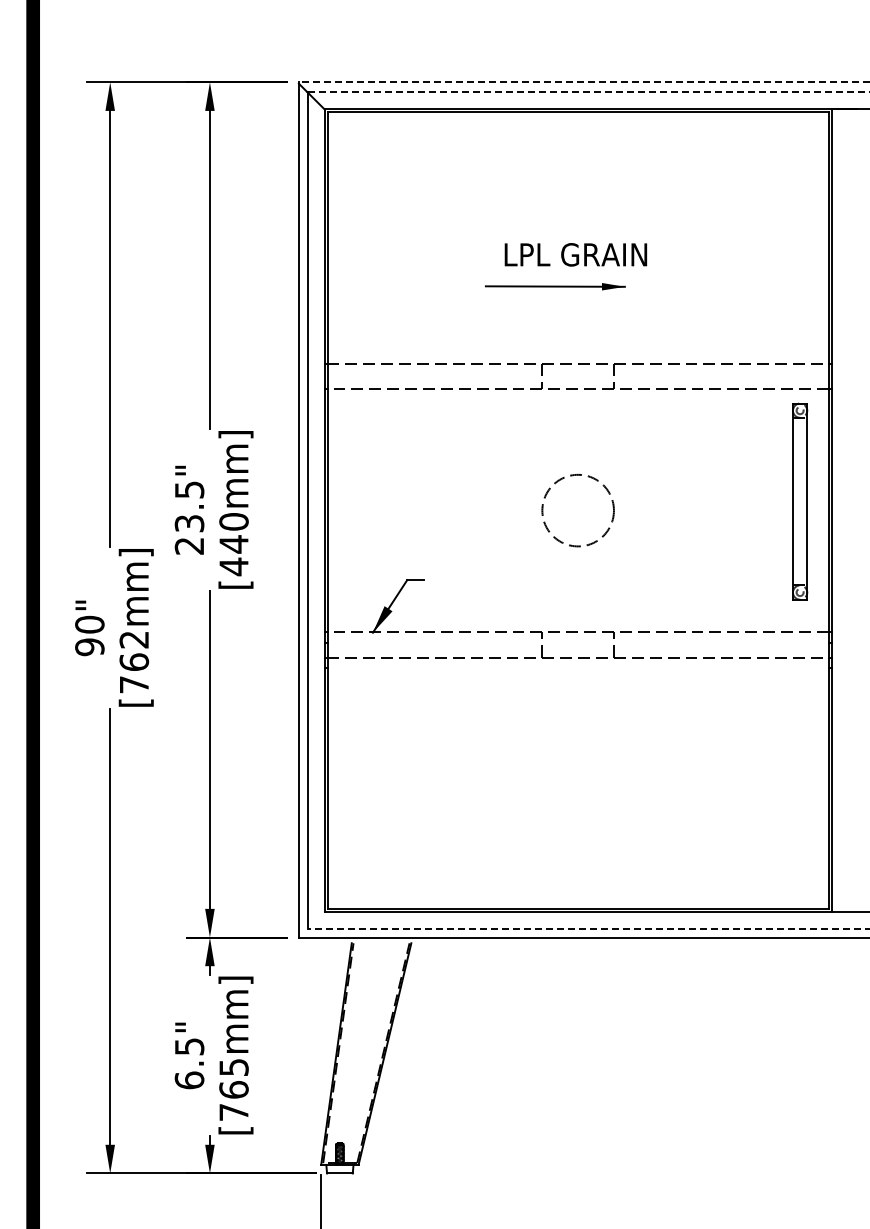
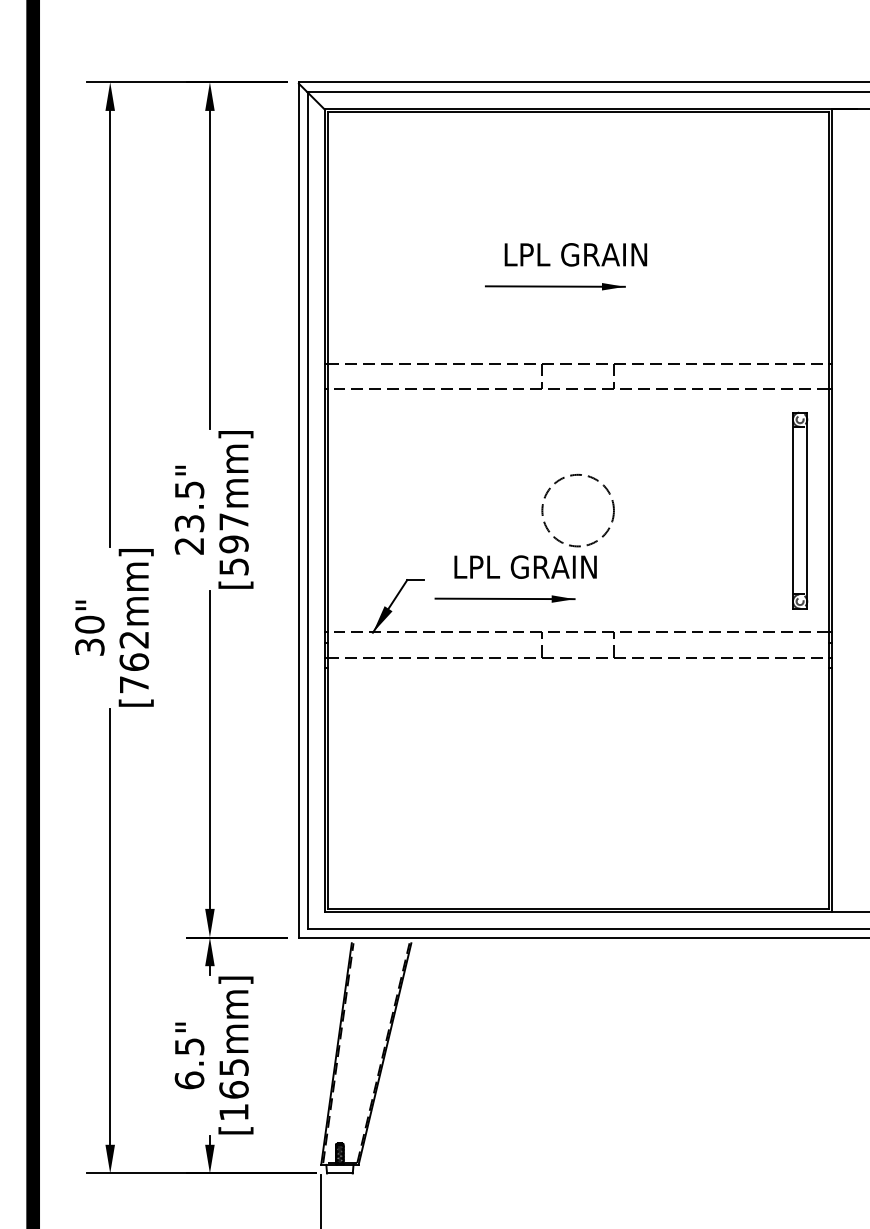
line at (583, 82): dashed -> solid
line at (588, 92): dashed -> solid
part at (800, 501) position: (800, 501) -> (800, 510)
text at (233, 544): [440mm] -> [597mm]
part at (515, 578): none -> present
text at (89, 647): 90" -> 30"
line at (588, 928): dashed -> solid
text at (233, 1112): [765mm] -> [165mm]
